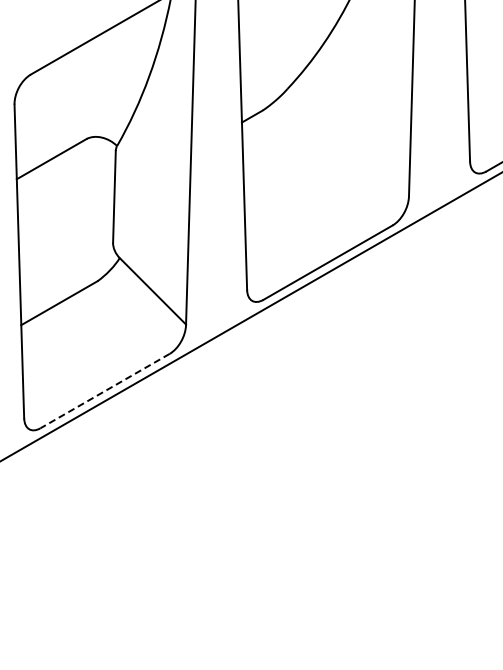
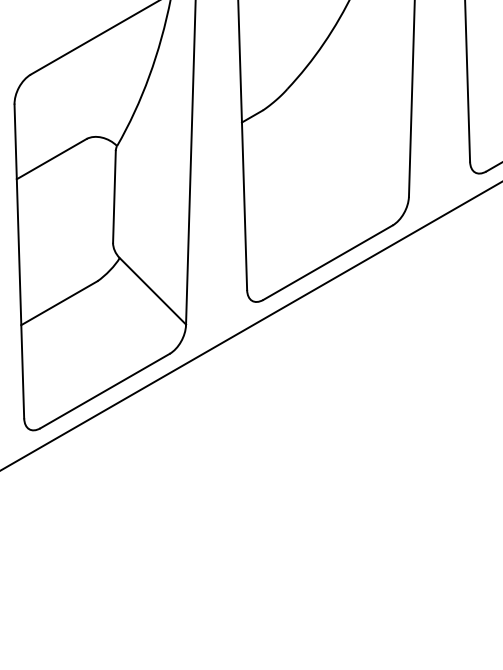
line at (250, 317) position: (250, 317) -> (250, 326)
line at (105, 391): dashed -> solid
